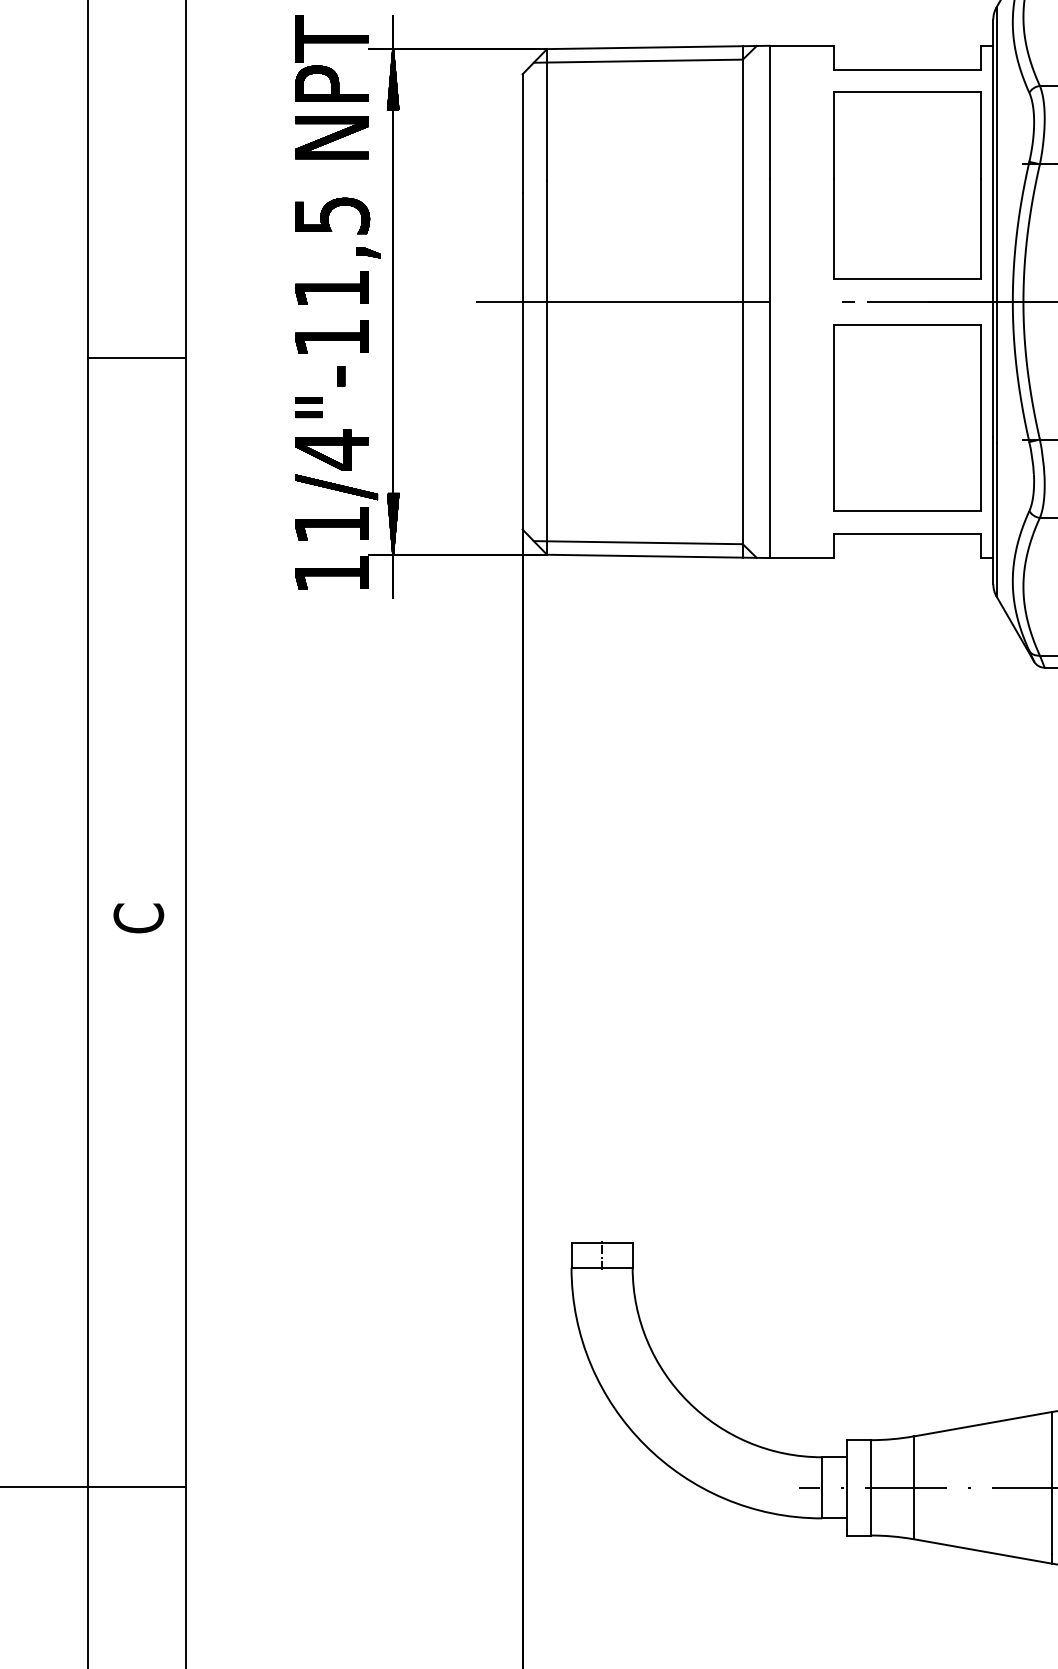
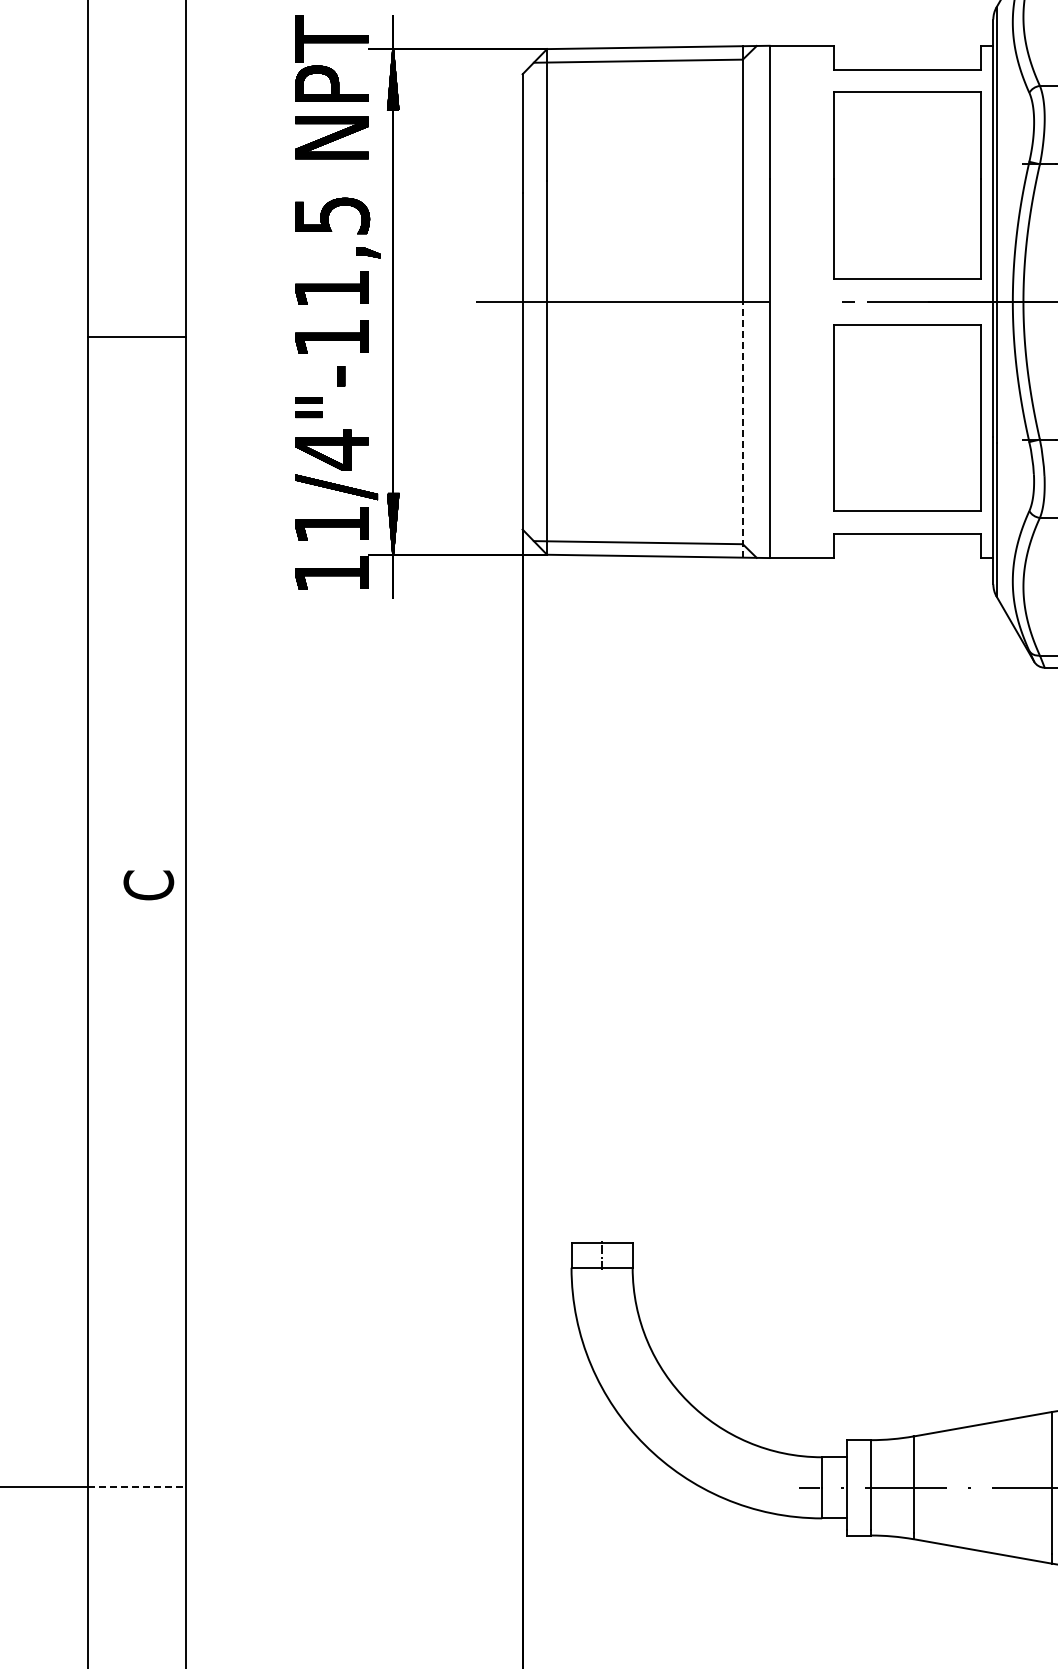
line at (136, 358) position: (136, 358) -> (136, 337)
line at (742, 429): solid -> dashed
text at (138, 918) position: (138, 918) -> (148, 885)
line at (136, 1486): solid -> dashed
